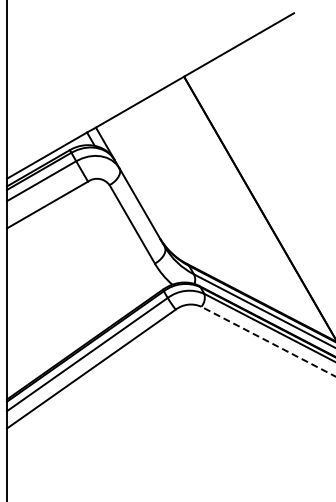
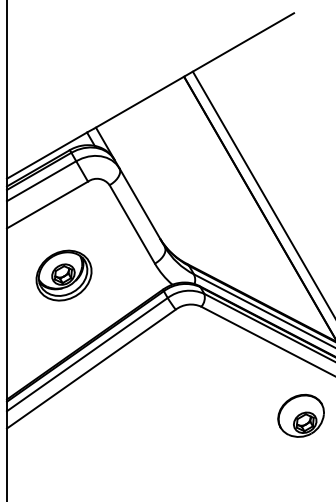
line at (262, 192): none -> present
part at (63, 275): none -> present
line at (268, 341): dashed -> solid
part at (300, 415): none -> present
